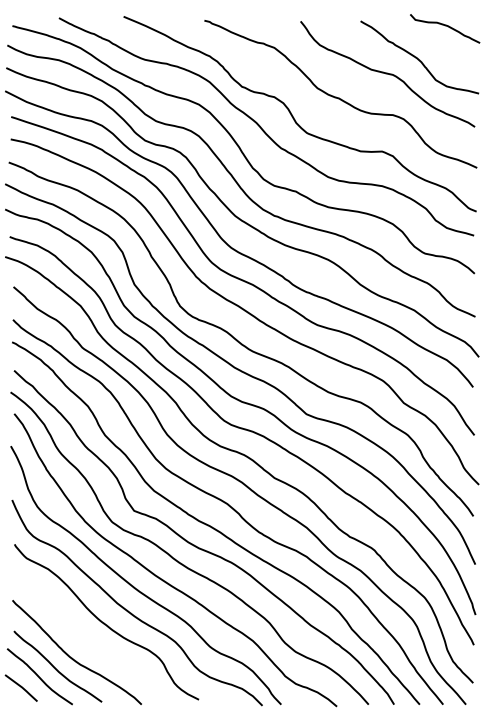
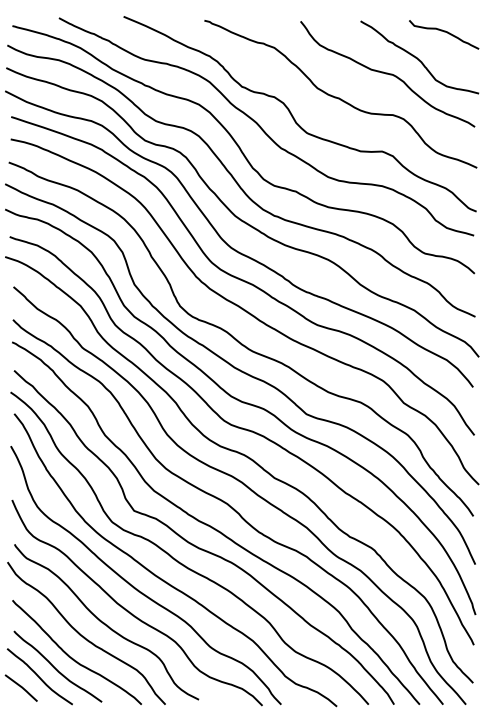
curve at (445, 26) position: (445, 26) -> (444, 32)
curve at (84, 636): none -> present
